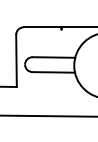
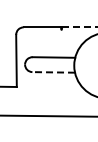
line at (80, 27): solid -> dashed
line at (53, 72): solid -> dashed
